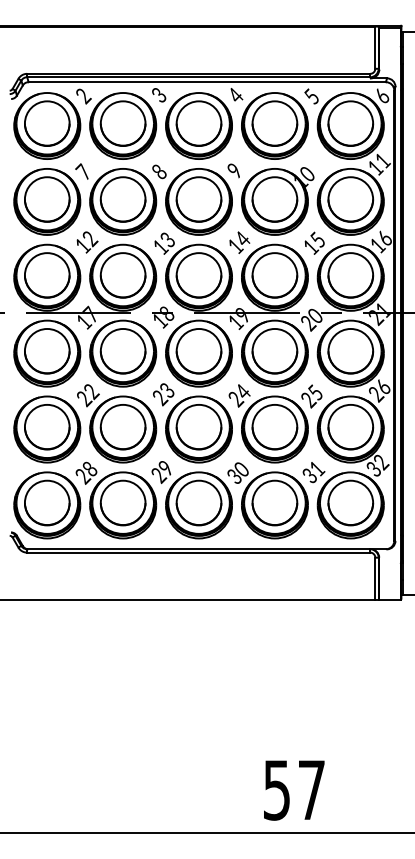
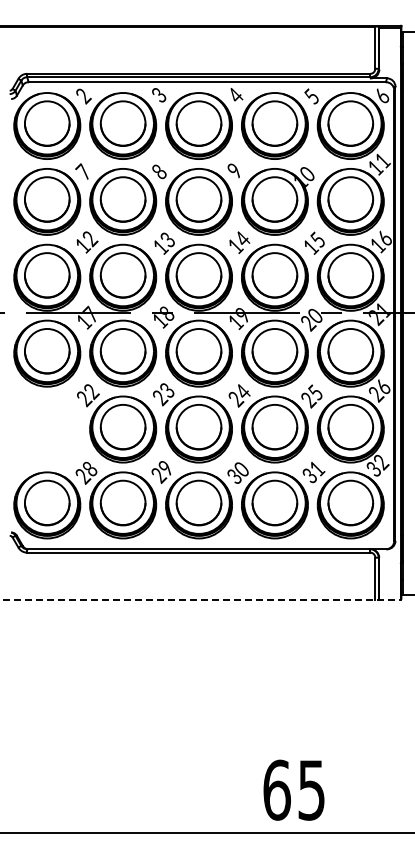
part at (47, 429): present -> none
line at (201, 599): solid -> dashed
text at (293, 789): 57 -> 65
